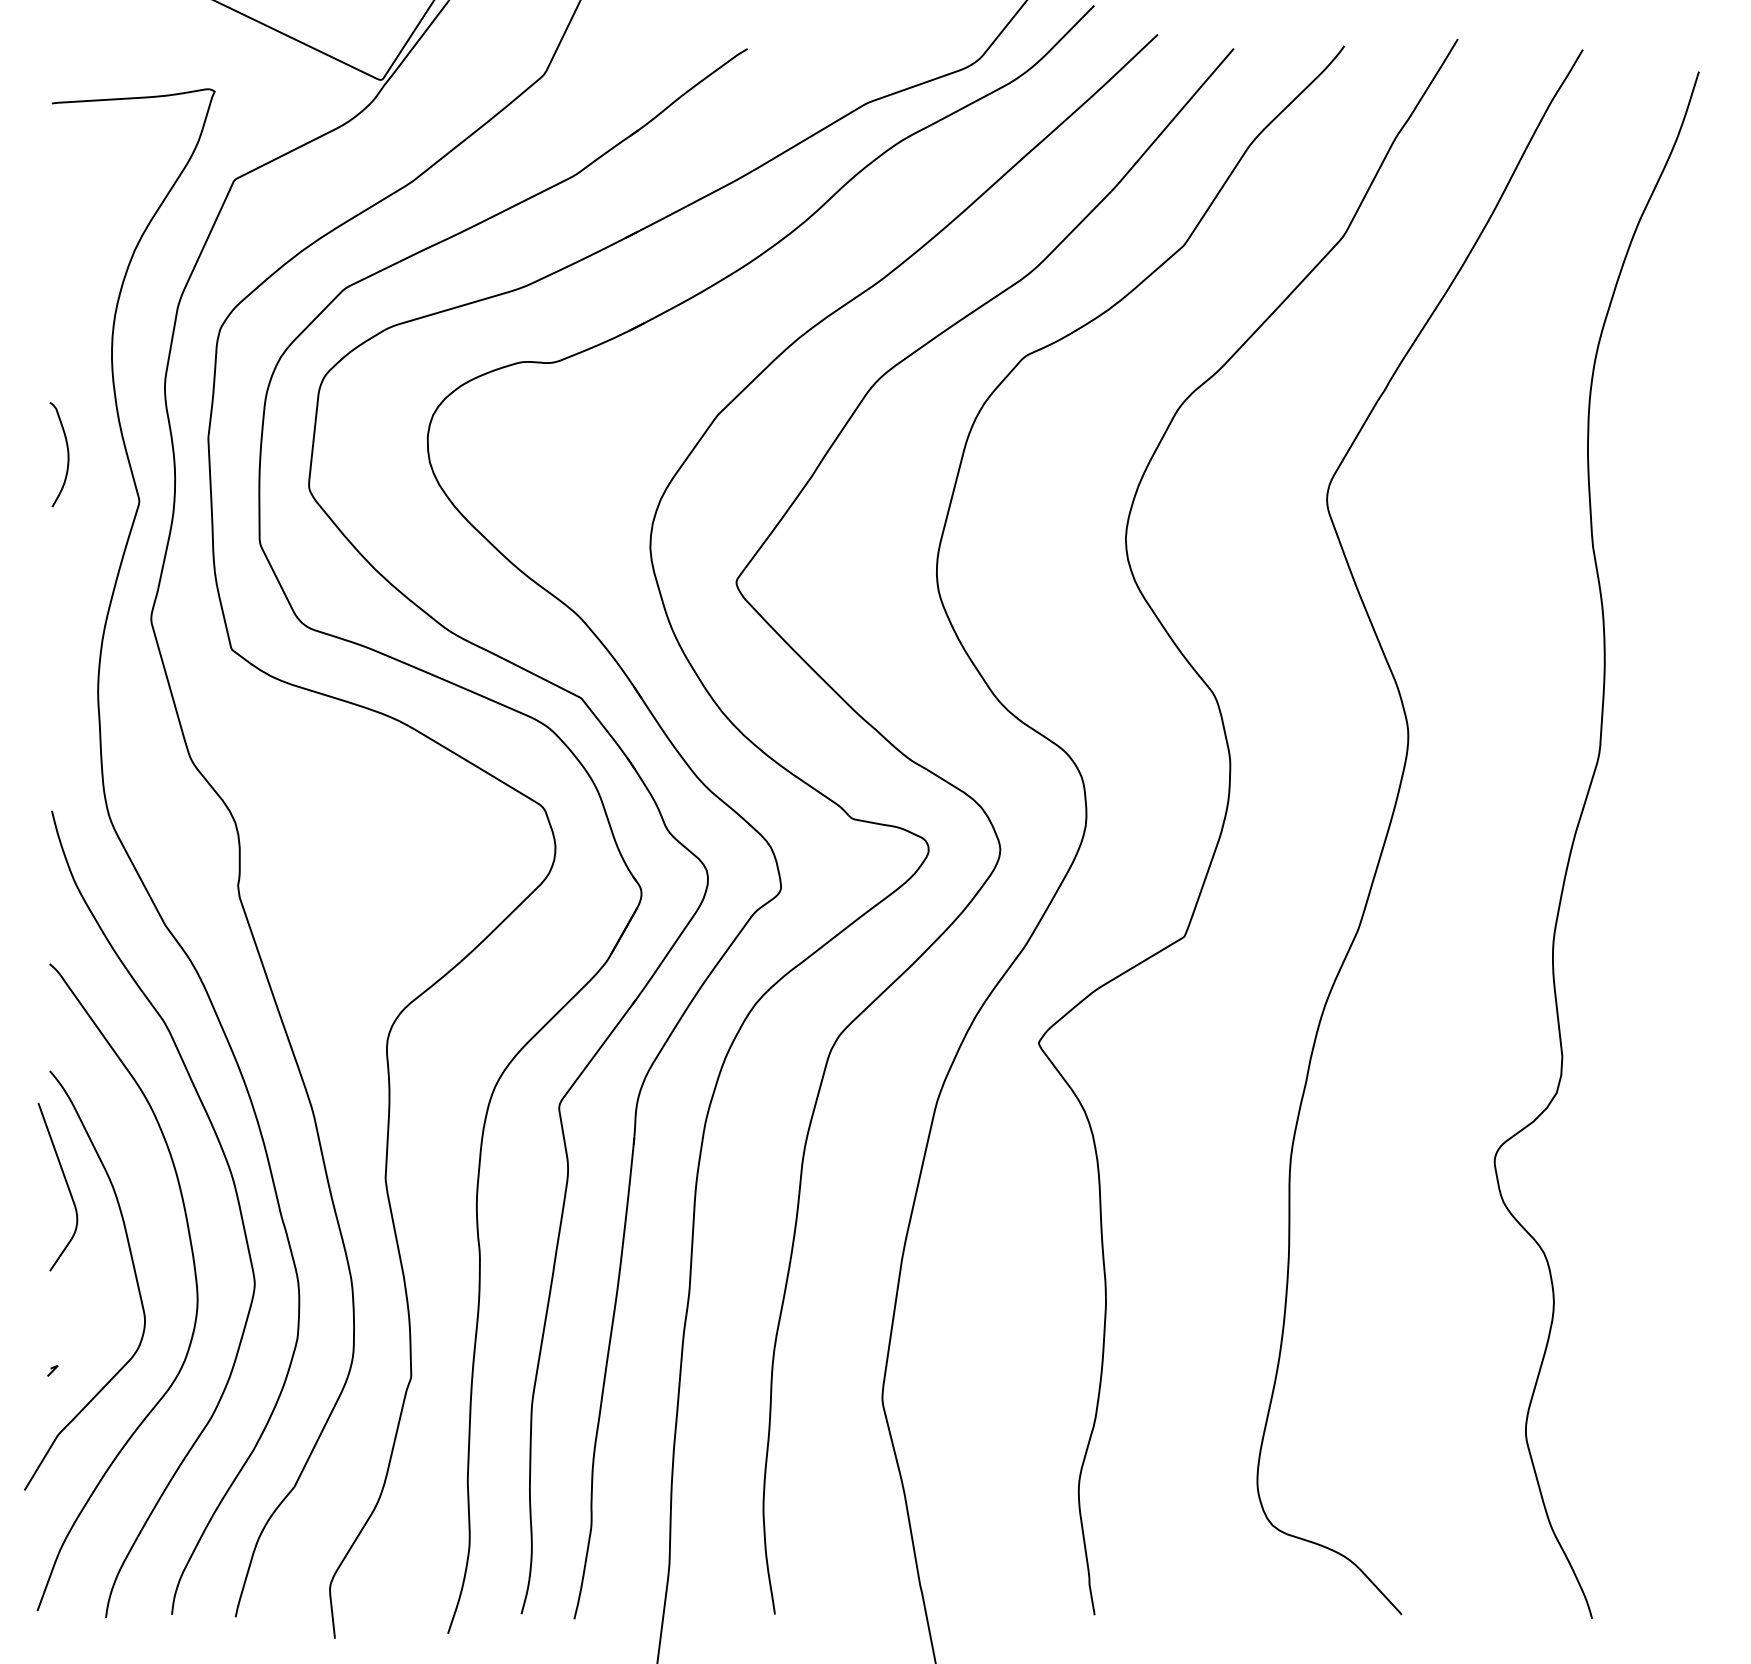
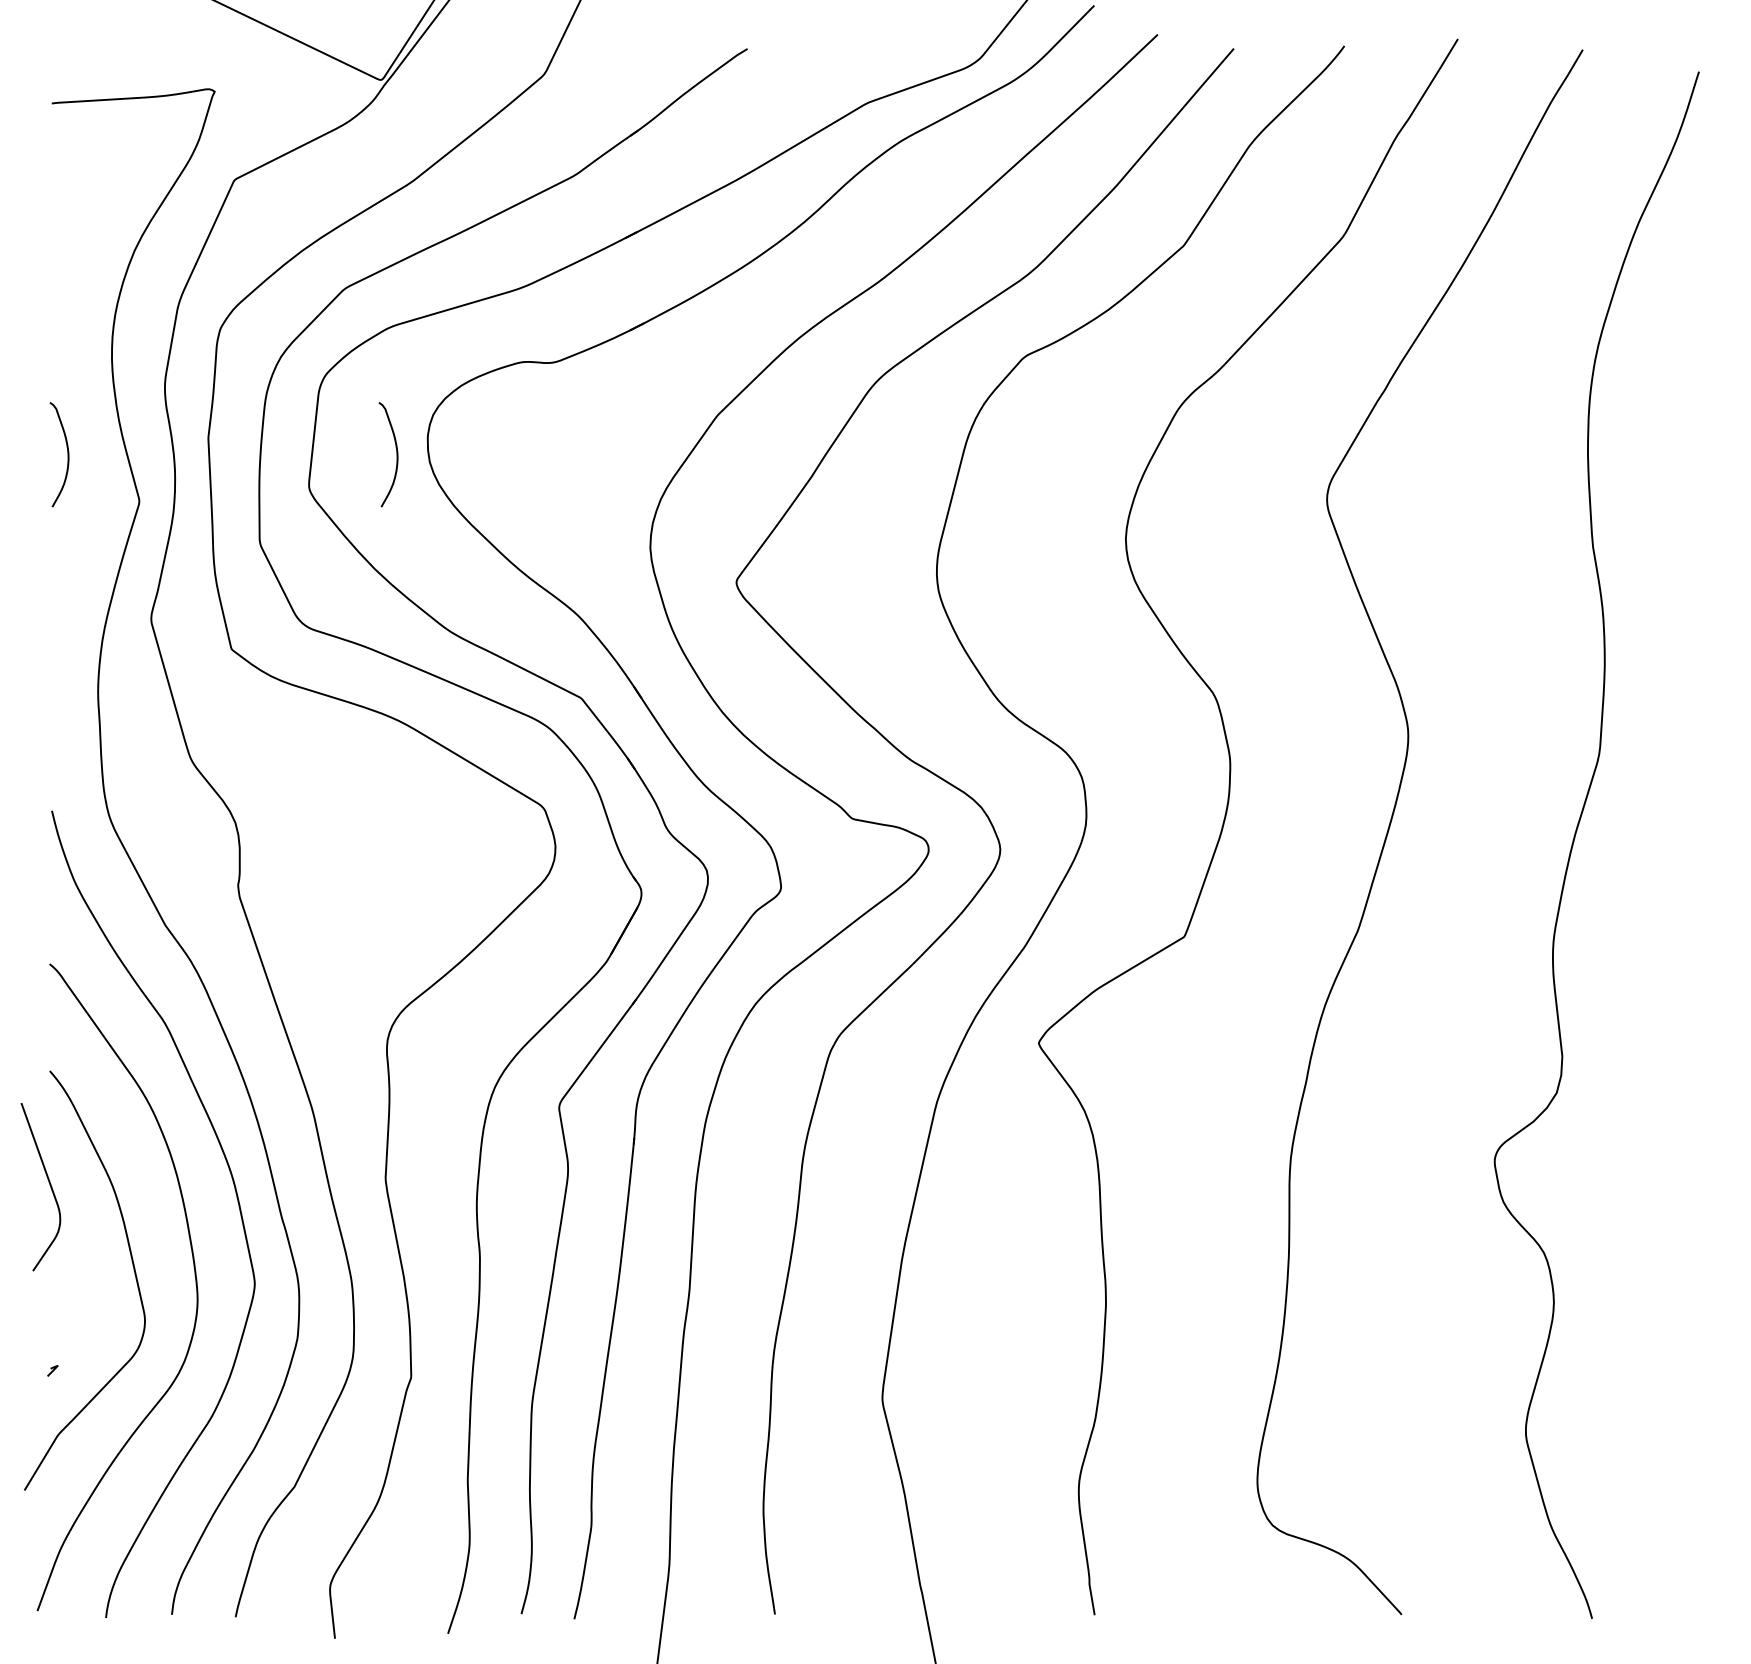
curve at (396, 454): none -> present
curve at (66, 1185) position: (66, 1185) -> (49, 1185)
